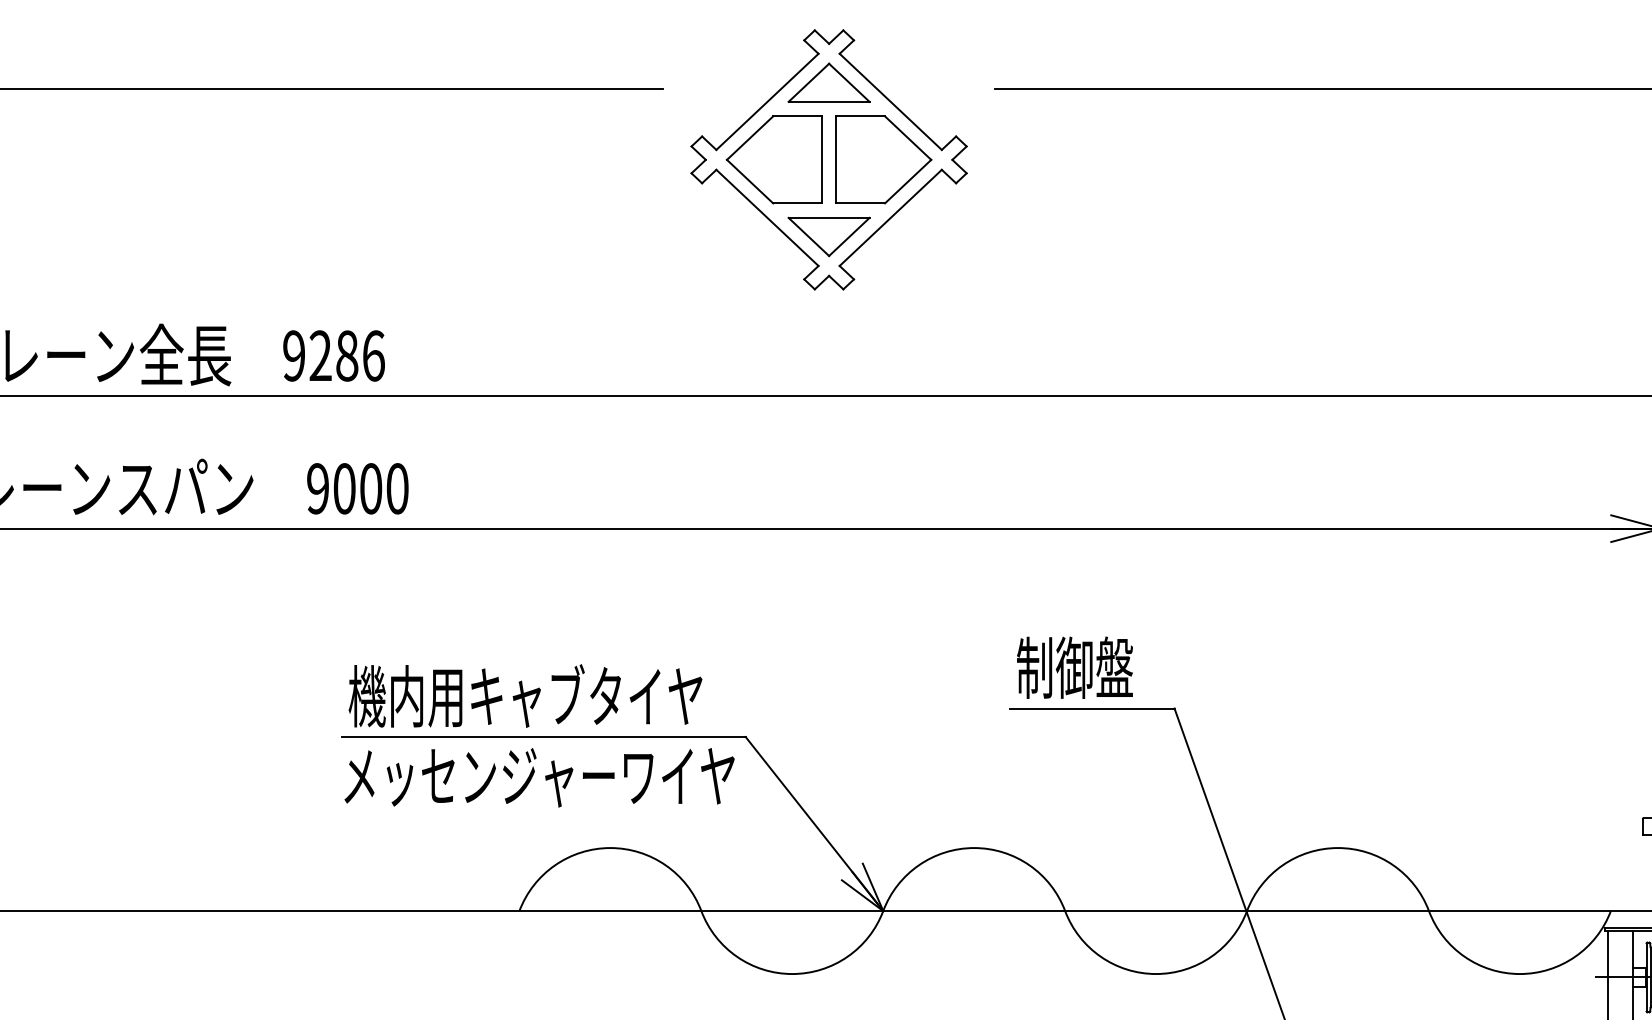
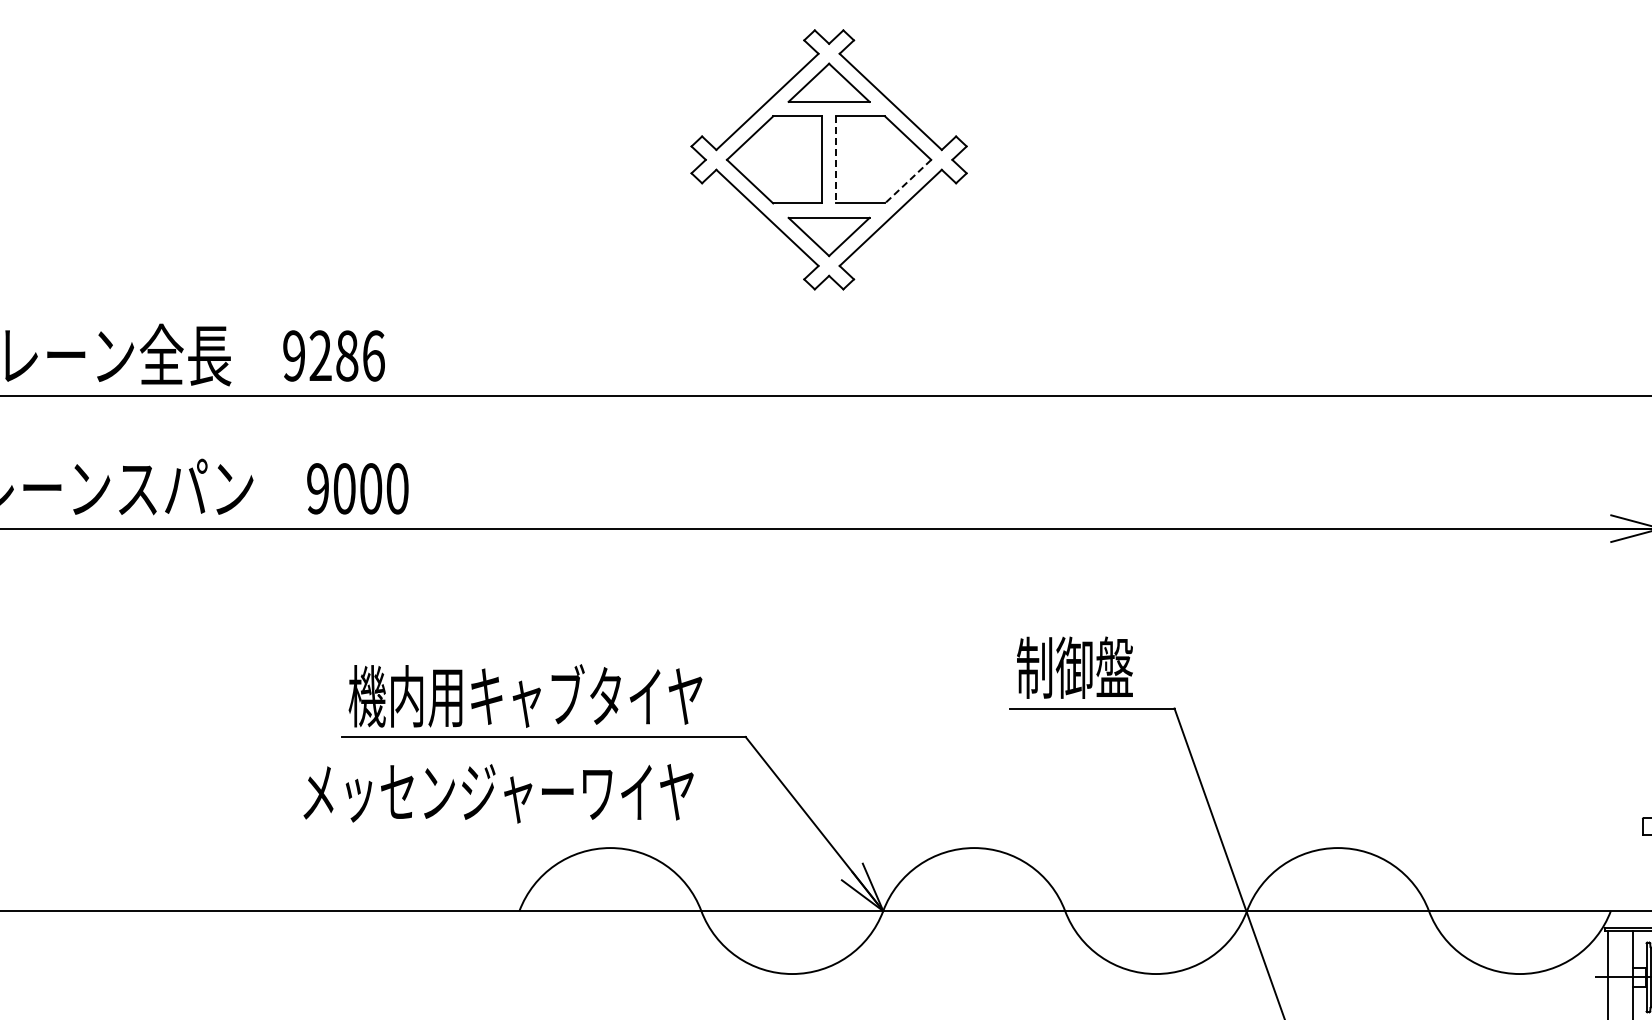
line at (332, 88): present -> none
line at (1321, 88): present -> none
line at (836, 159): solid -> dashed
line at (908, 181): solid -> dashed
text at (539, 777) position: (539, 777) -> (498, 793)
